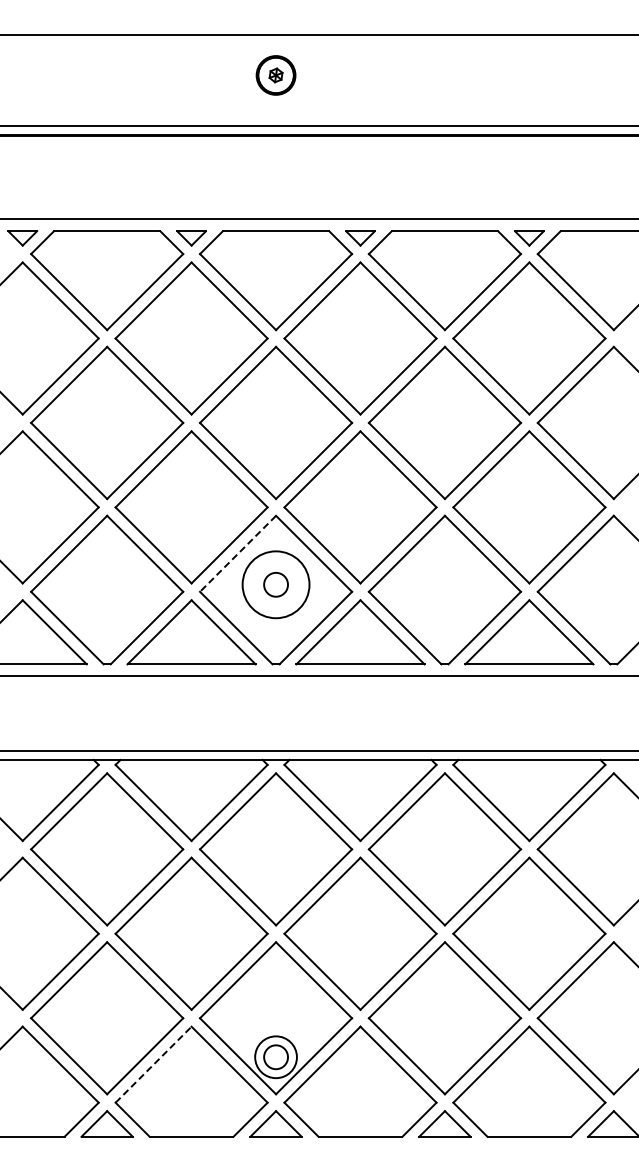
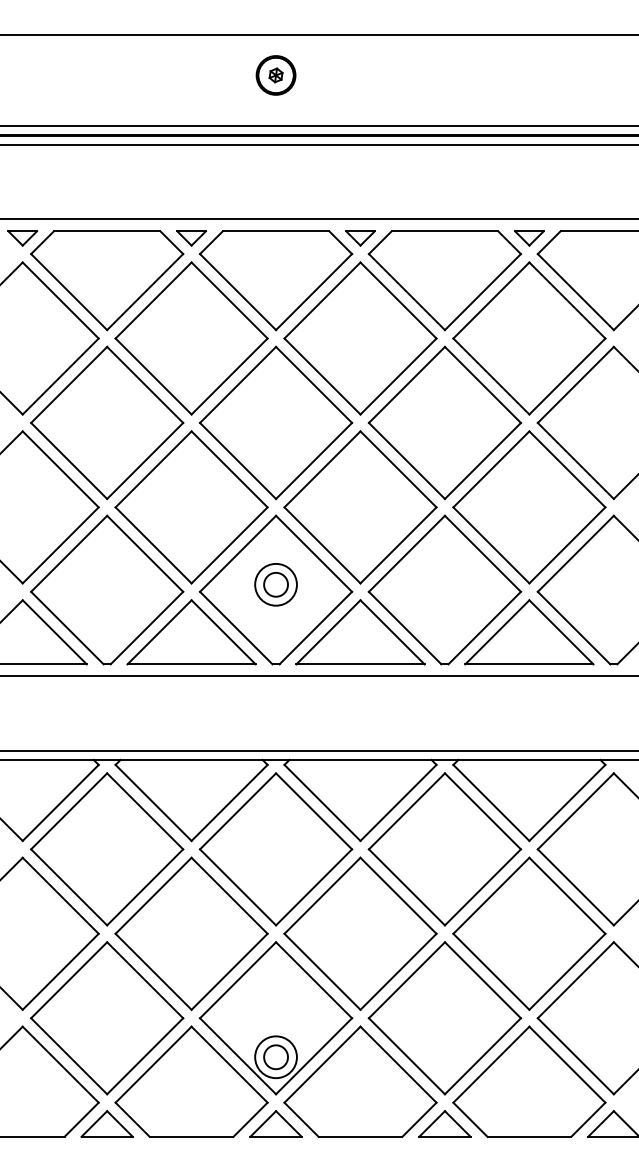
line at (318, 144): none -> present
line at (238, 553): dashed -> solid
circle at (275, 584) diameter: 67 px -> 42 px
line at (153, 1064): dashed -> solid
